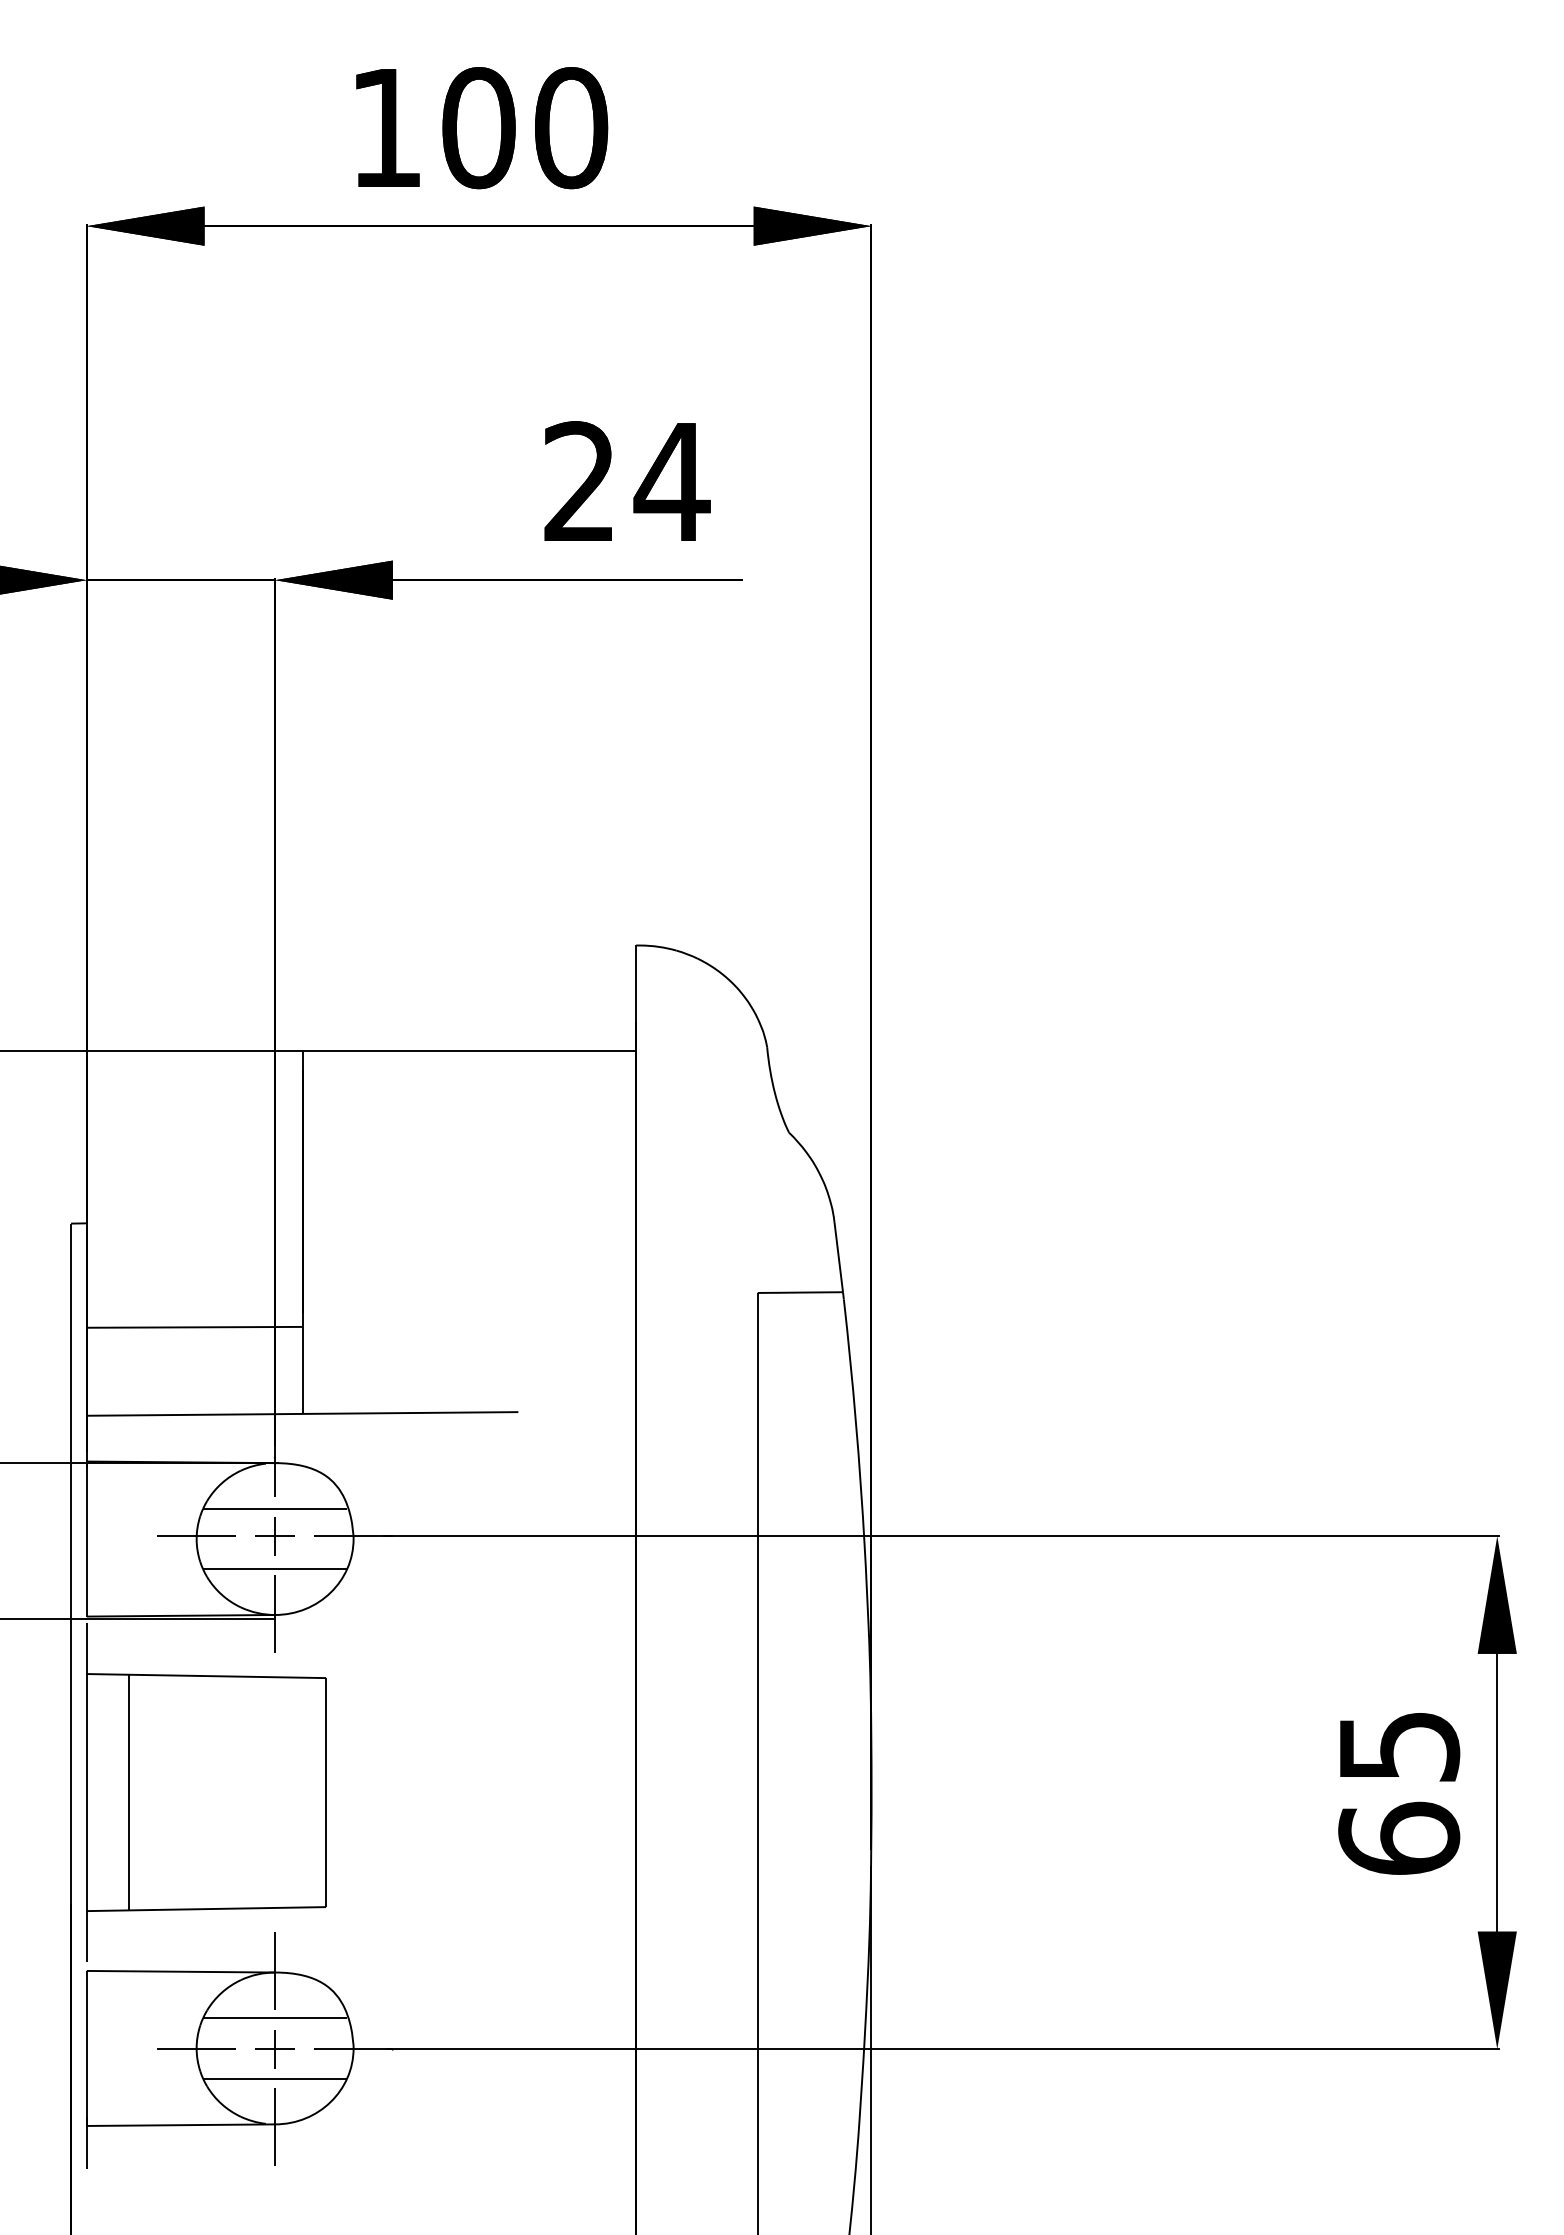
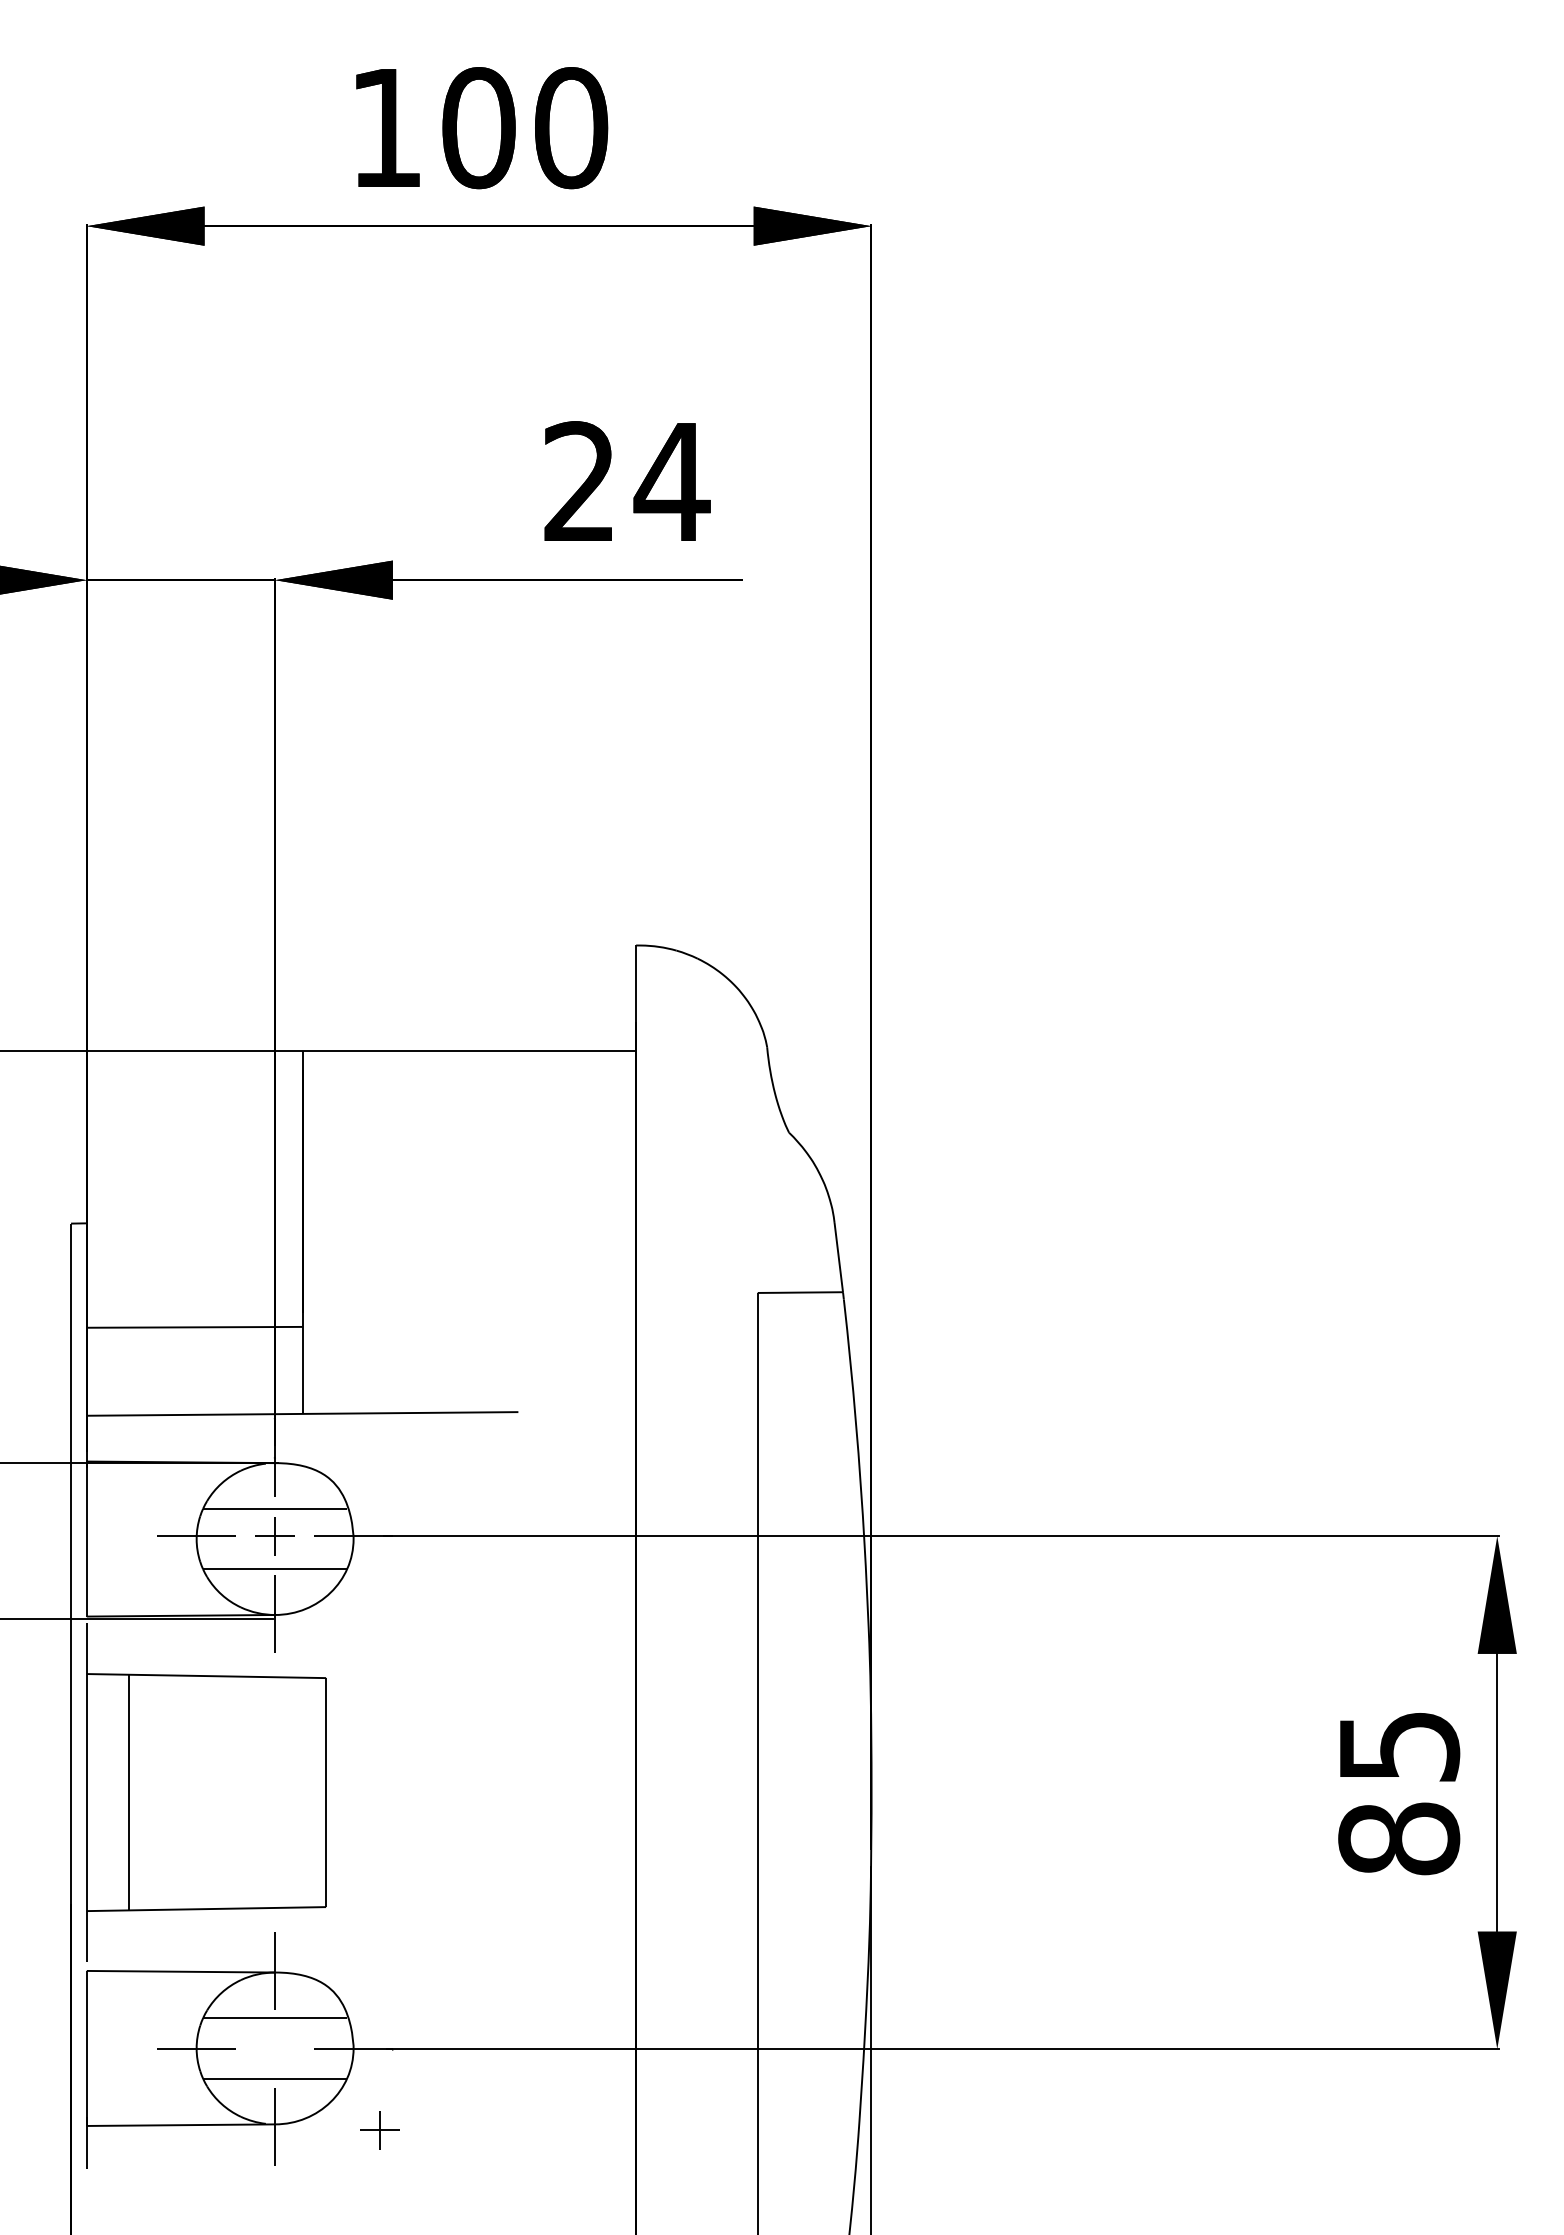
text at (1399, 1838): 65 -> 85
part at (274, 2049) position: (274, 2049) -> (379, 2130)
